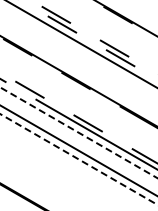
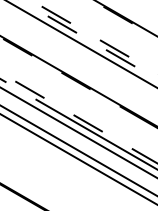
line at (79, 133): dashed -> solid
line at (78, 159): dashed -> solid
